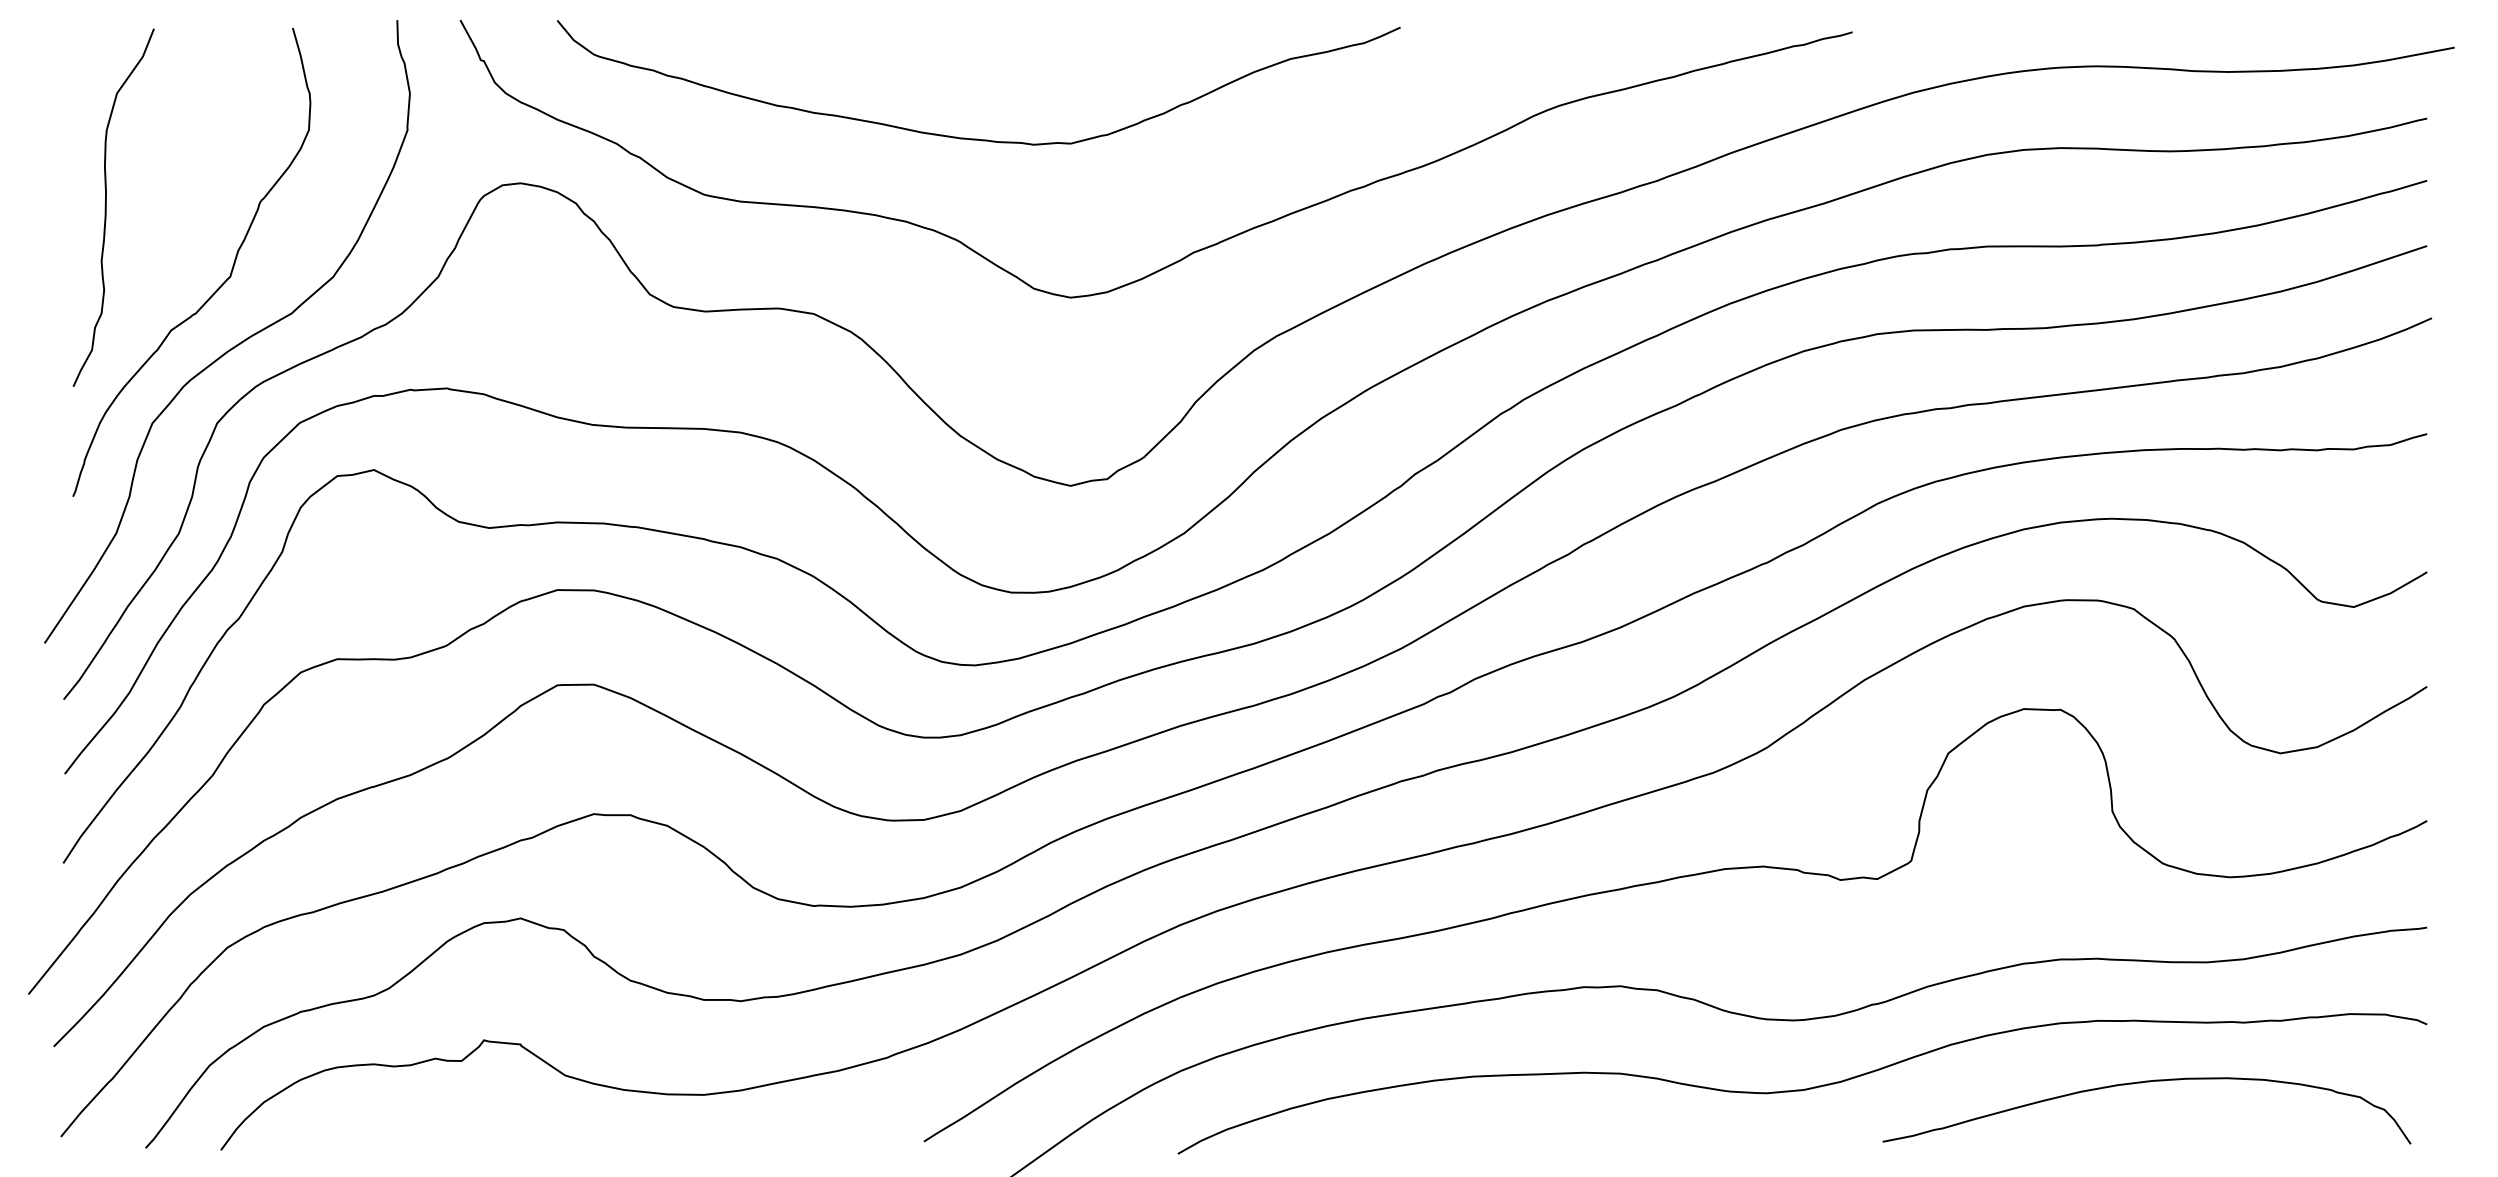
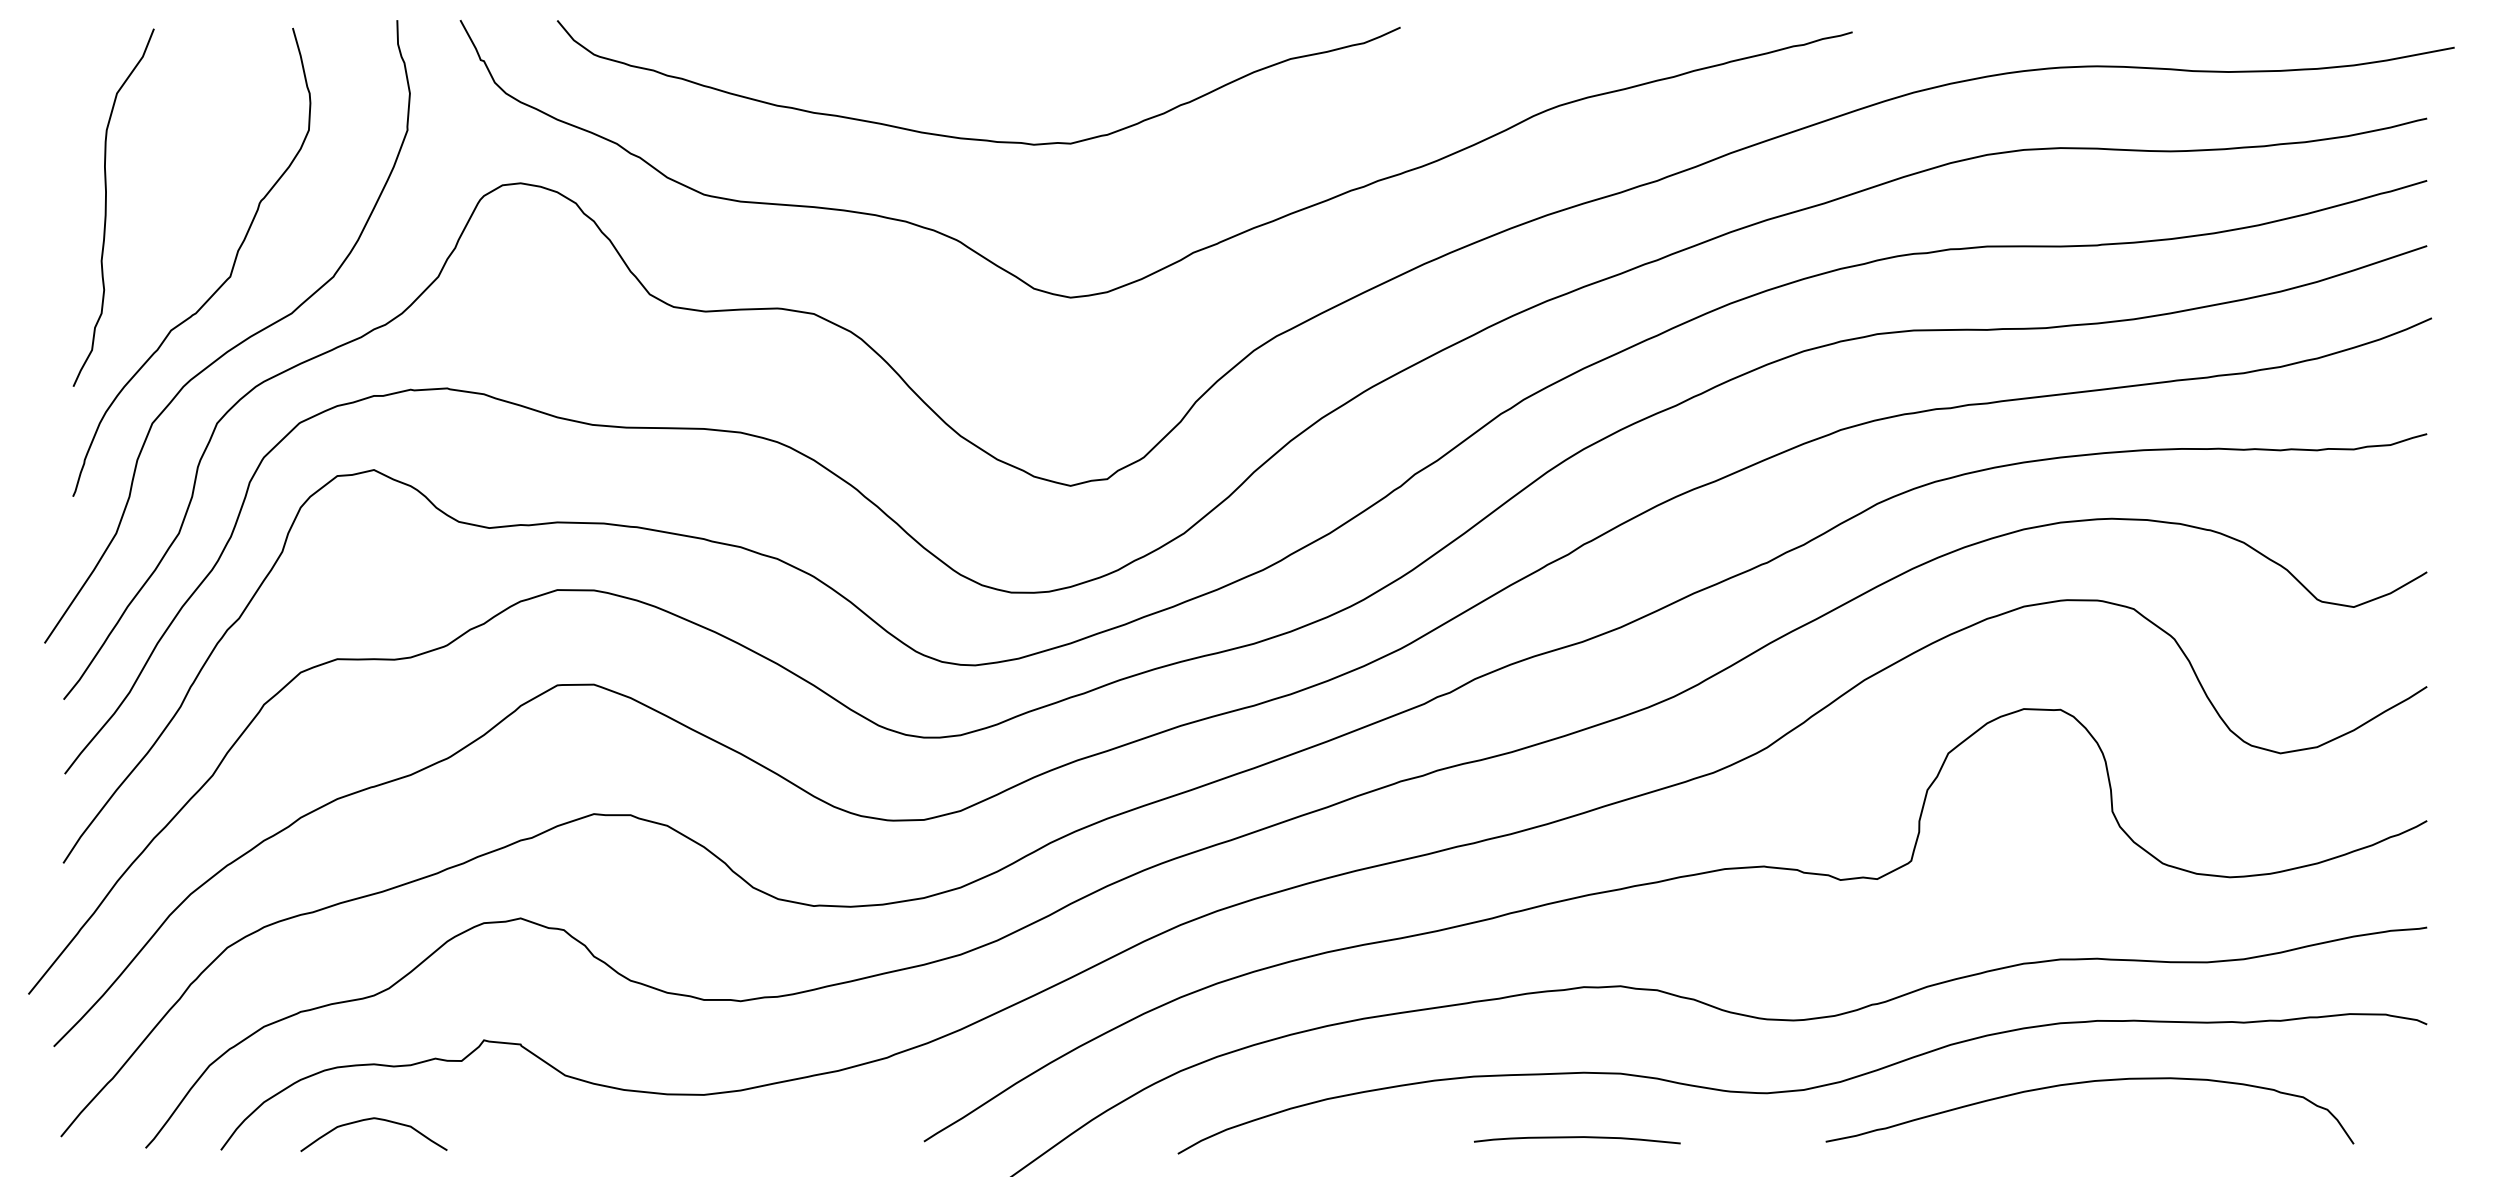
curve at (2141, 1083) position: (2141, 1083) -> (2084, 1083)
curve at (368, 1120): none -> present
curve at (1577, 1138): none -> present
